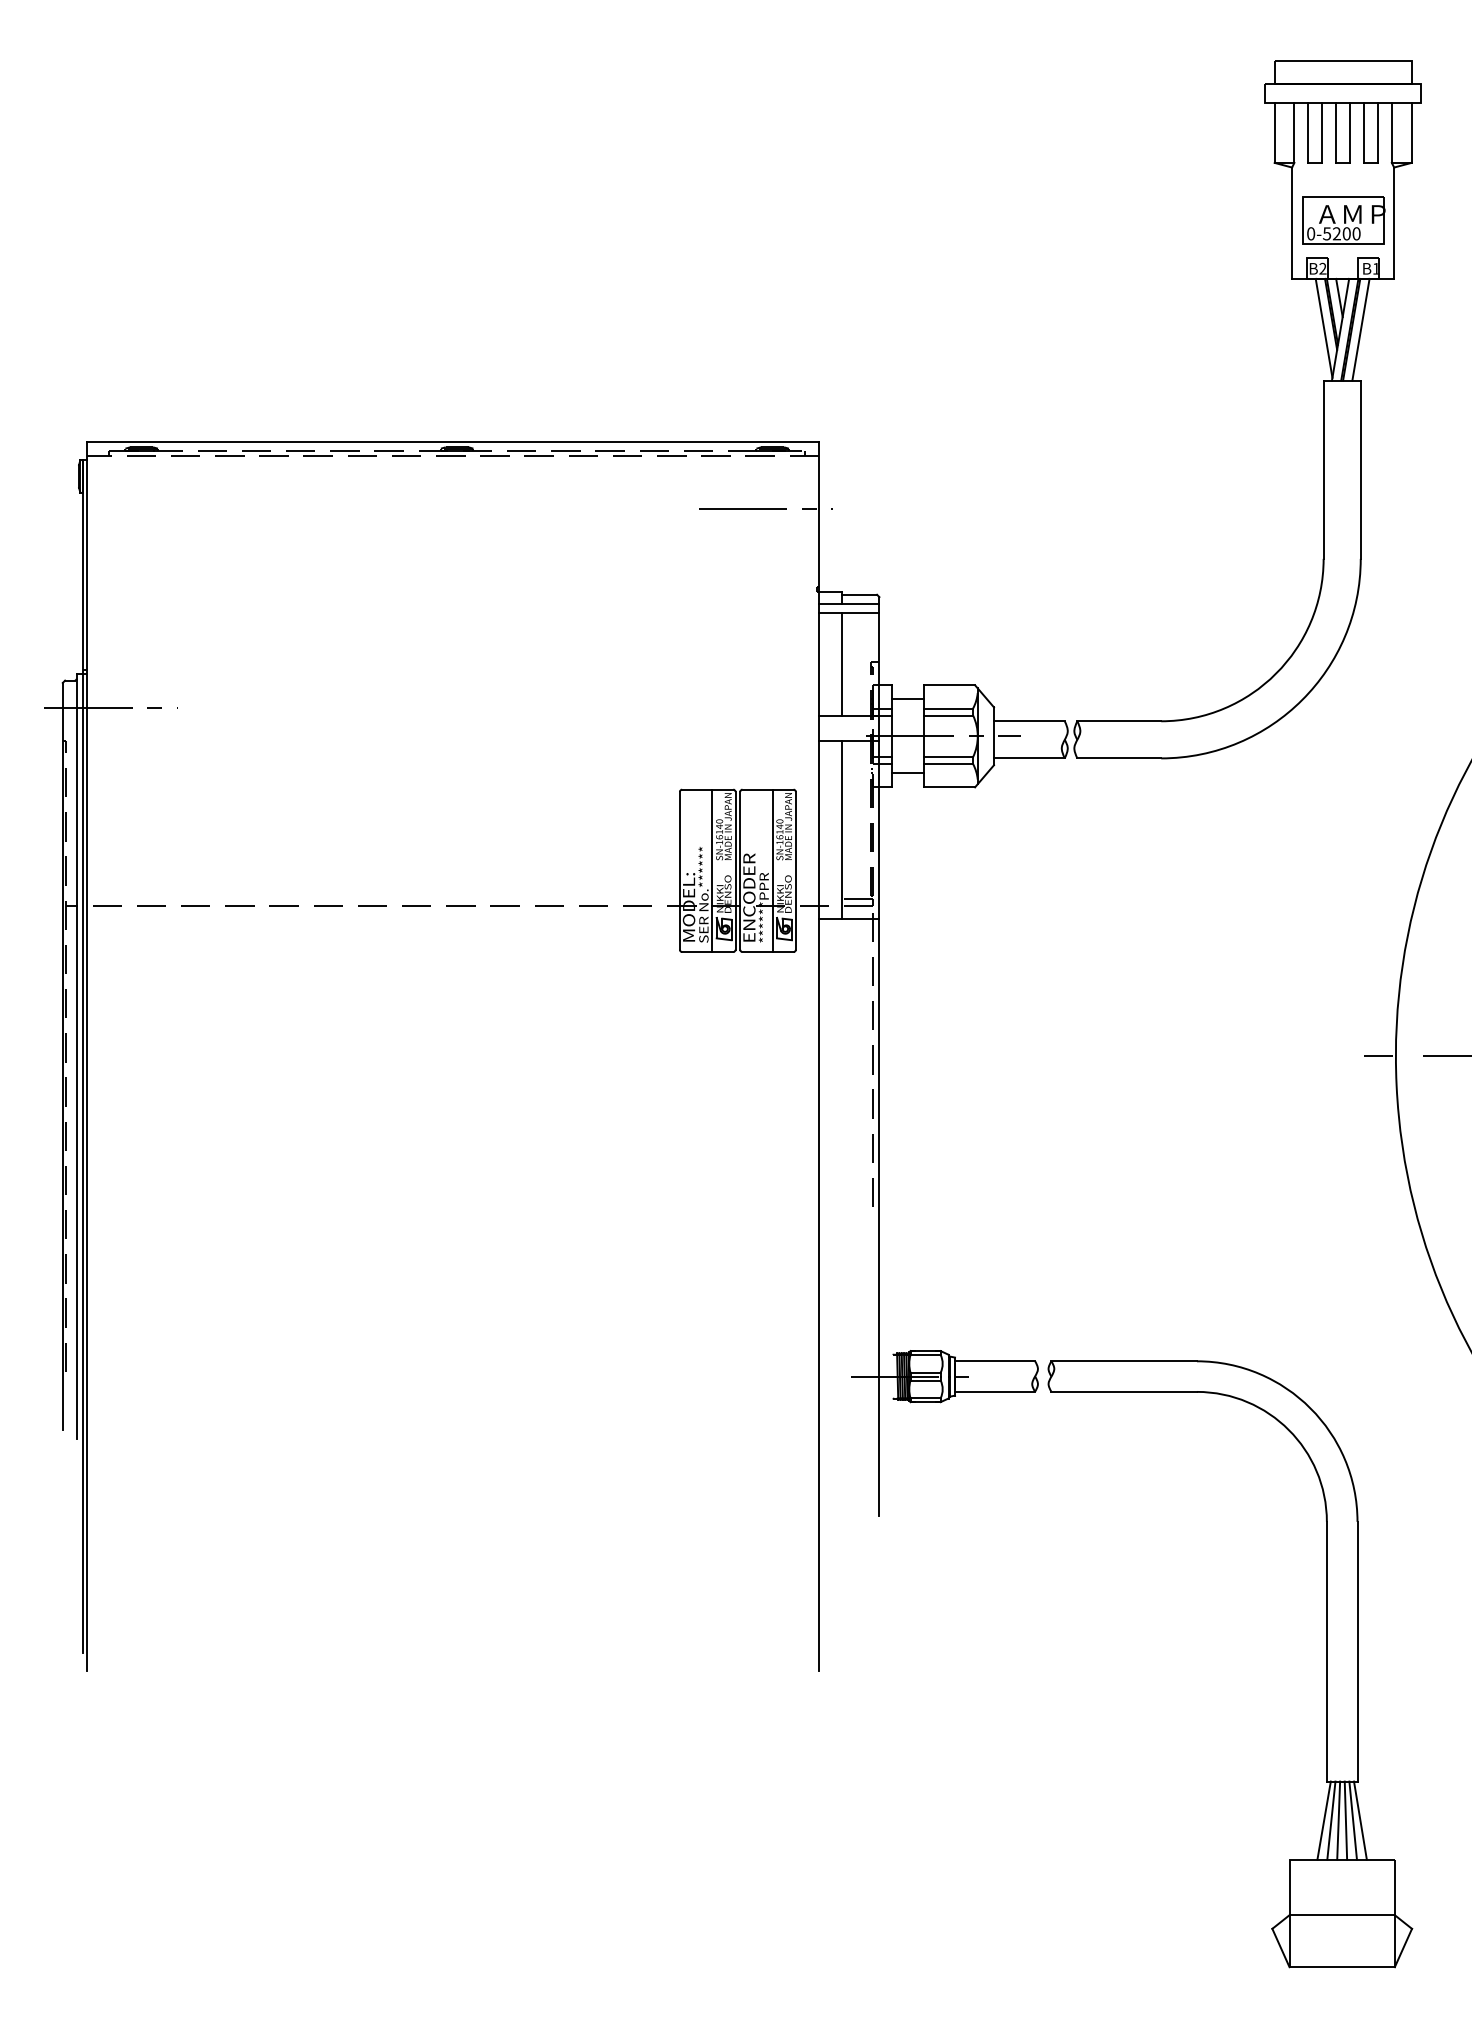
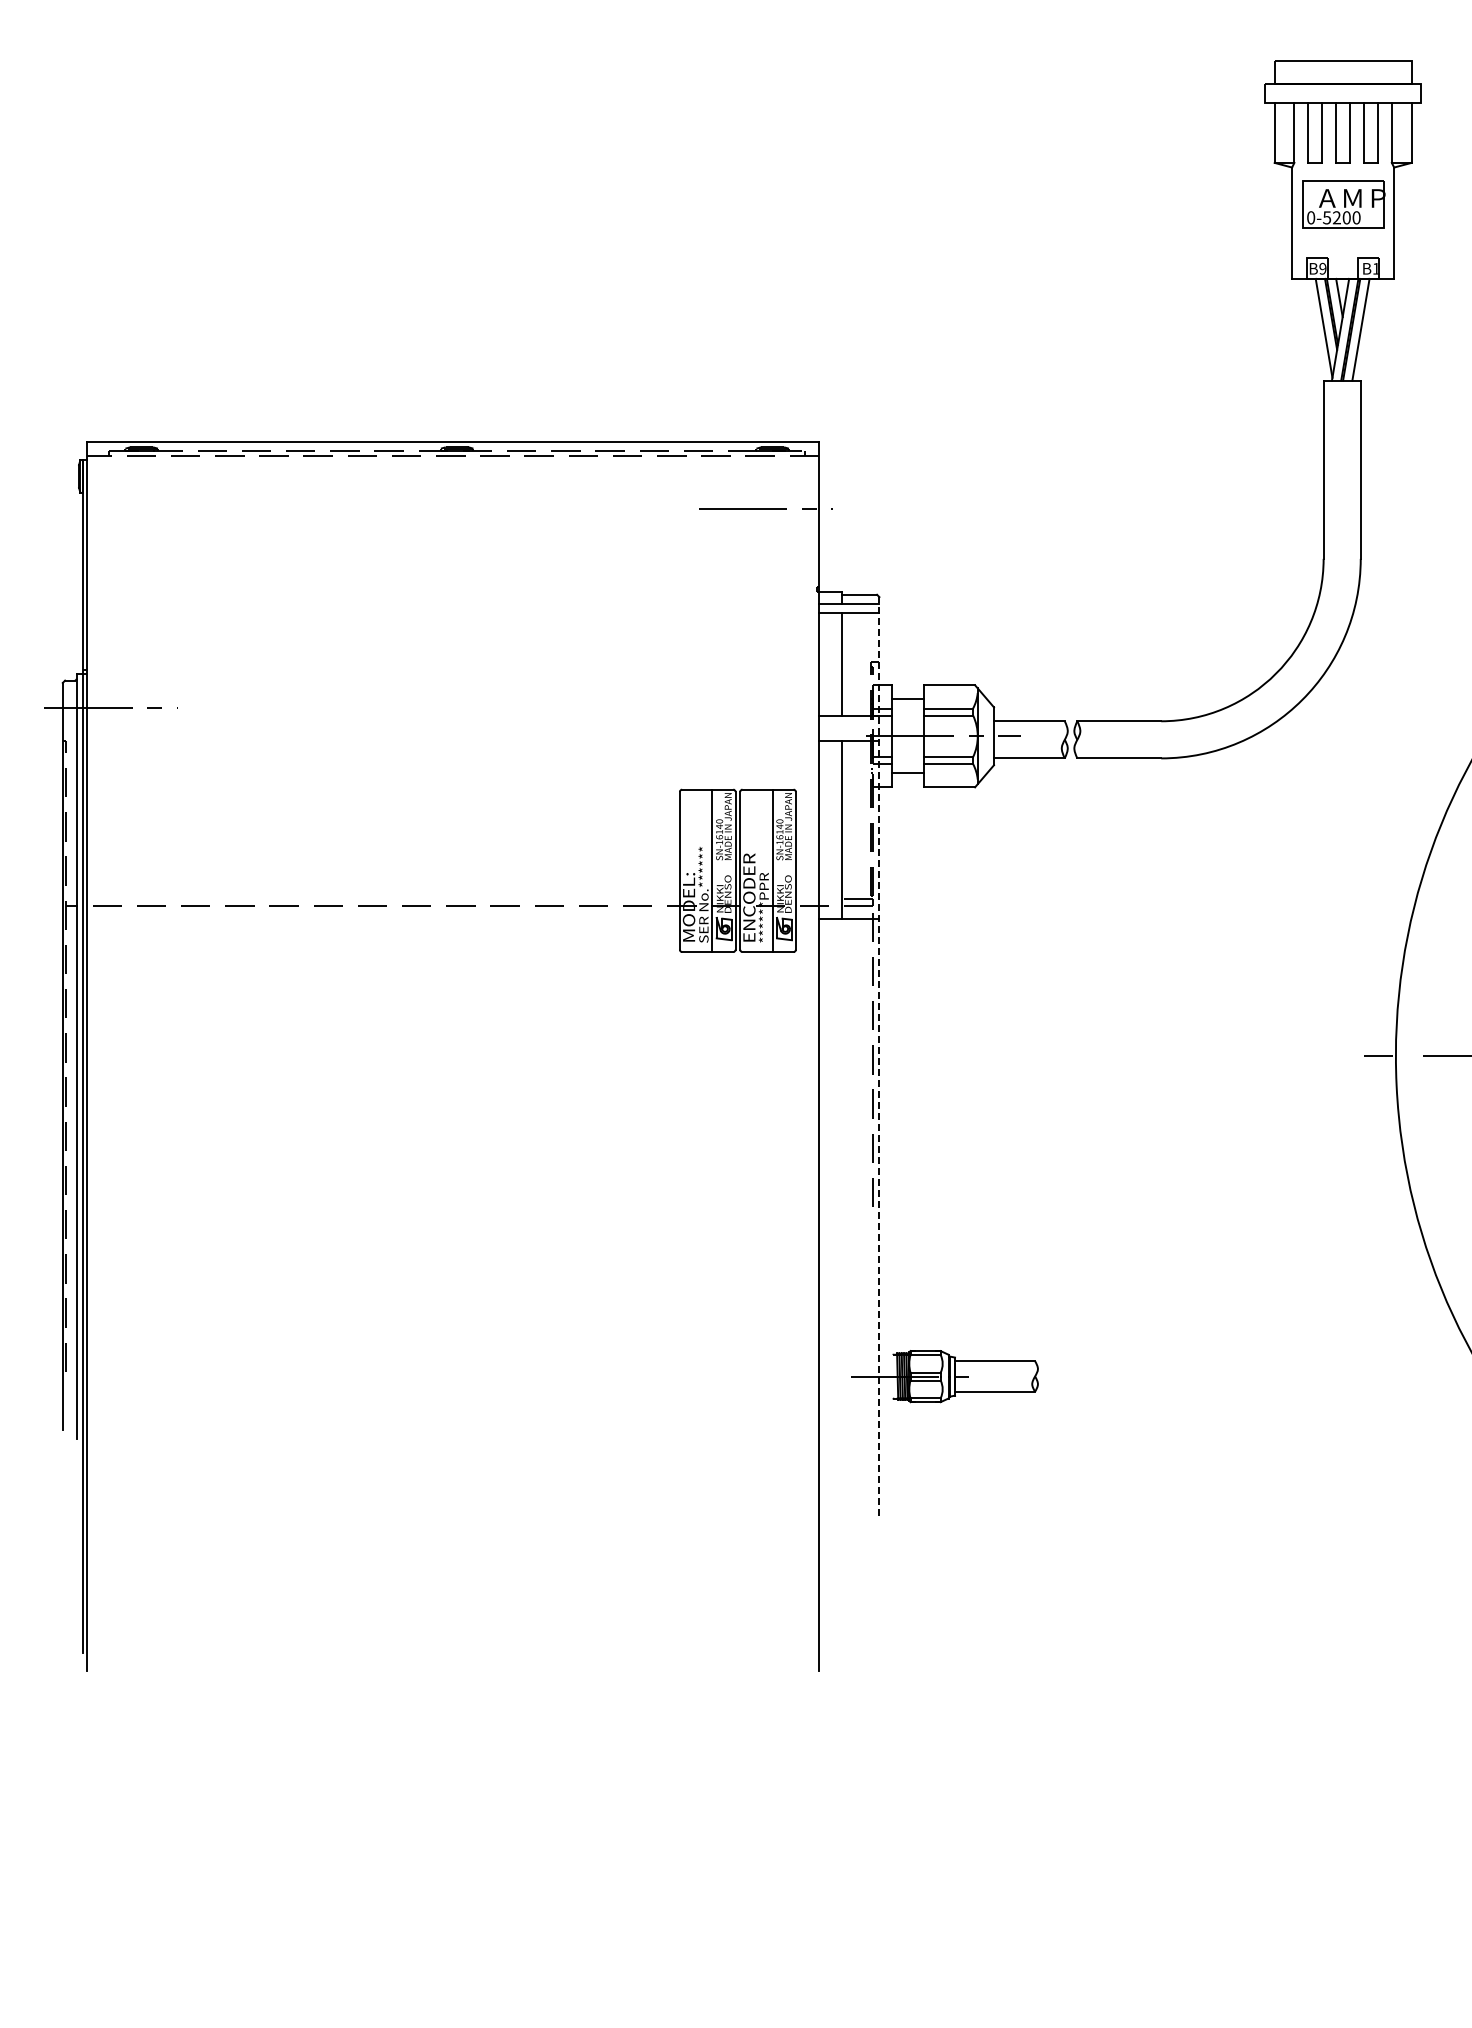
part at (1343, 220) position: (1343, 220) -> (1343, 204)
text at (1322, 268): B2 -> B9
line at (879, 1055): solid -> dashed
part at (1326, 1664): present -> none
